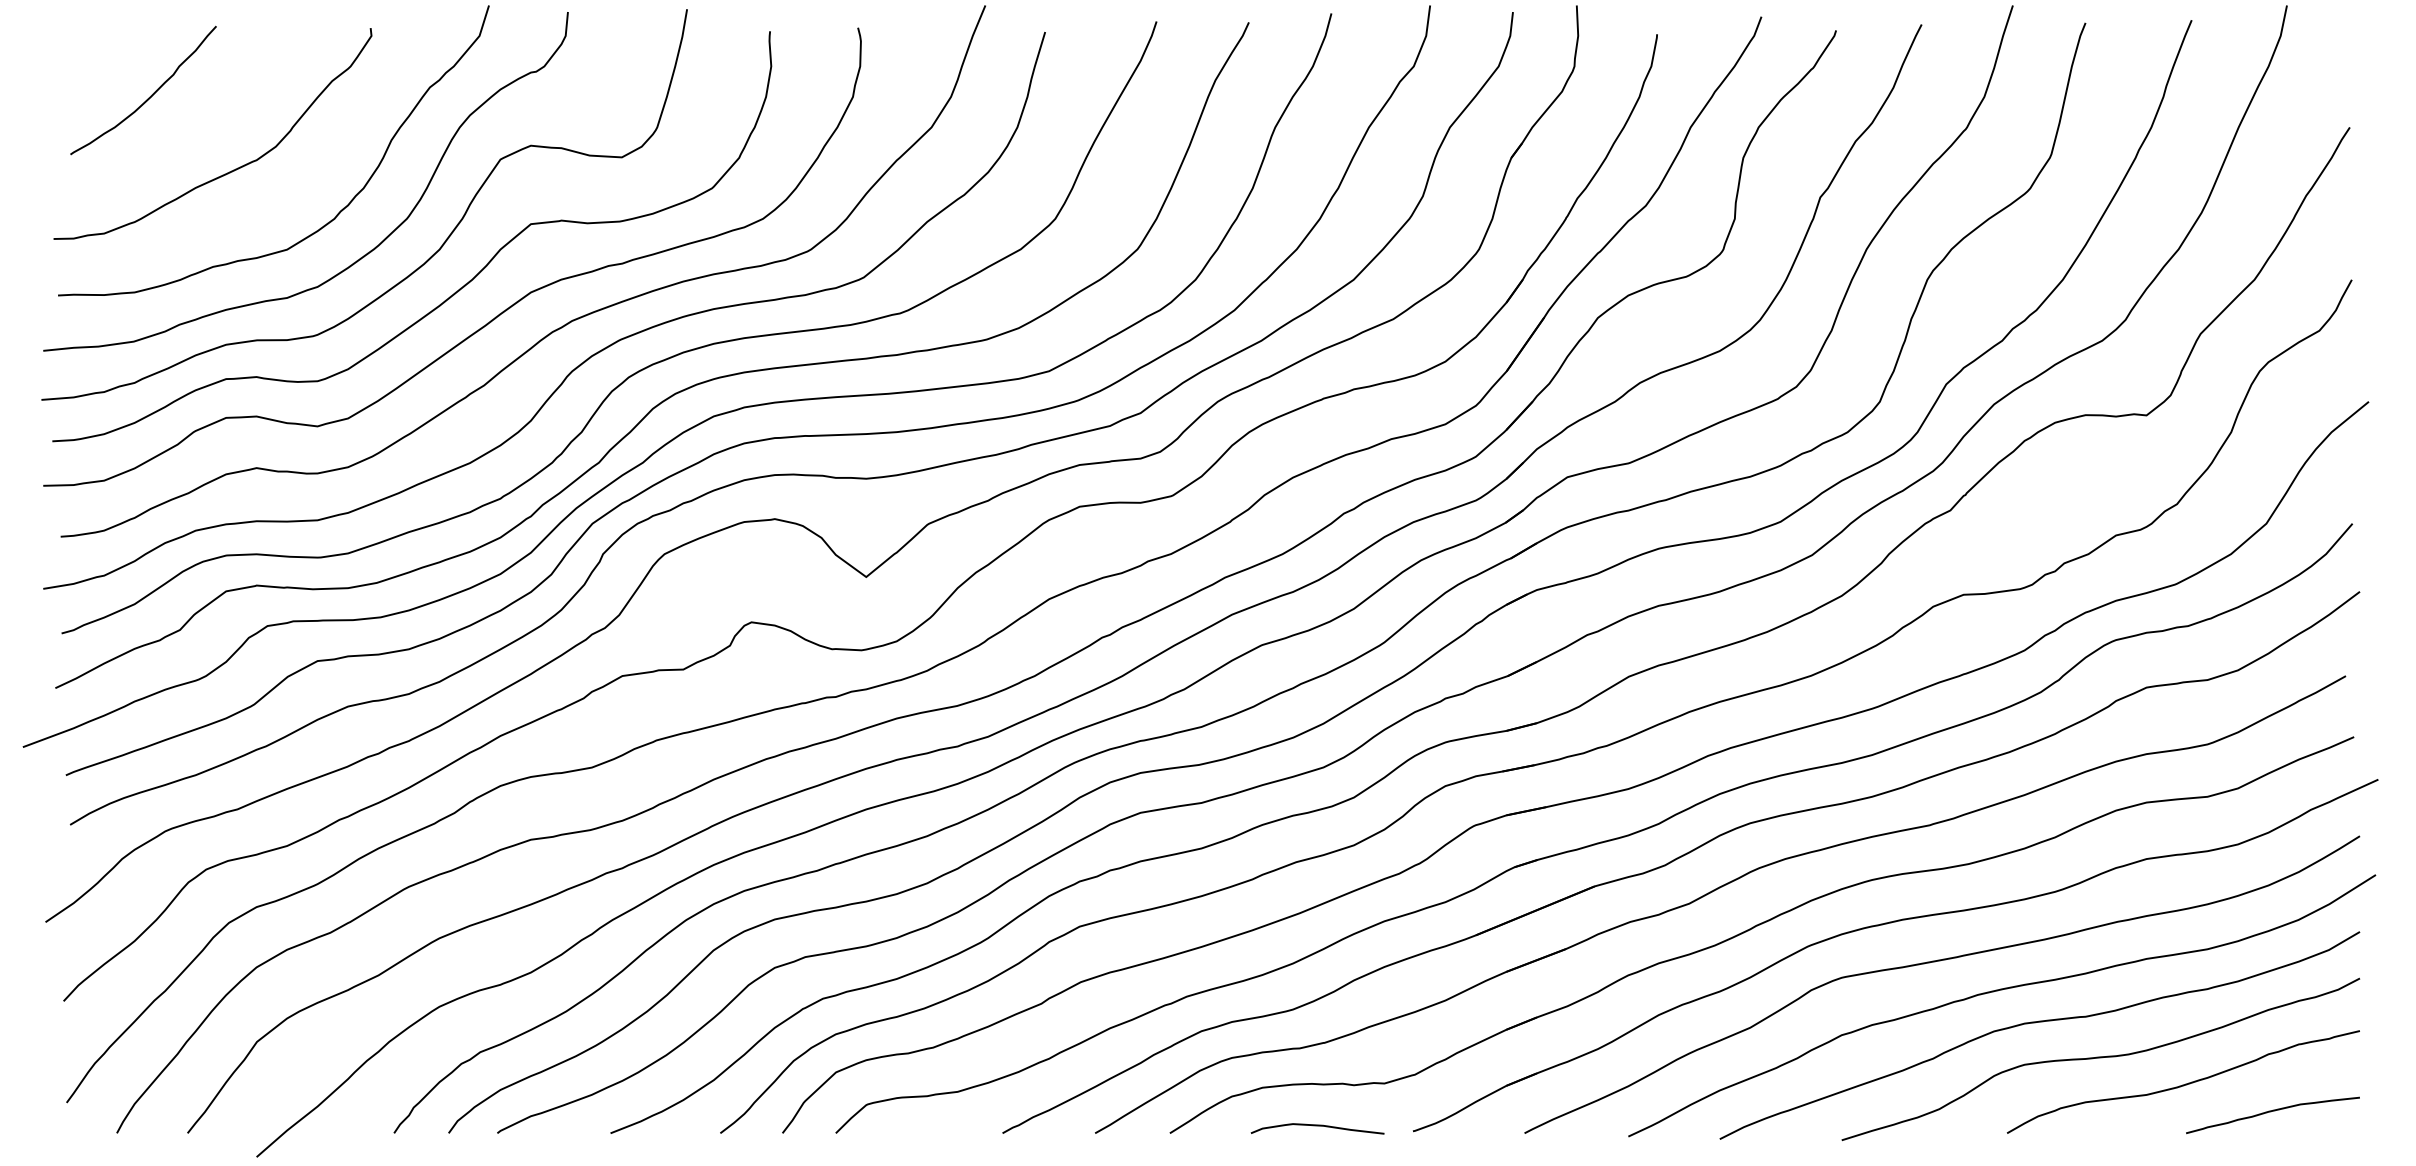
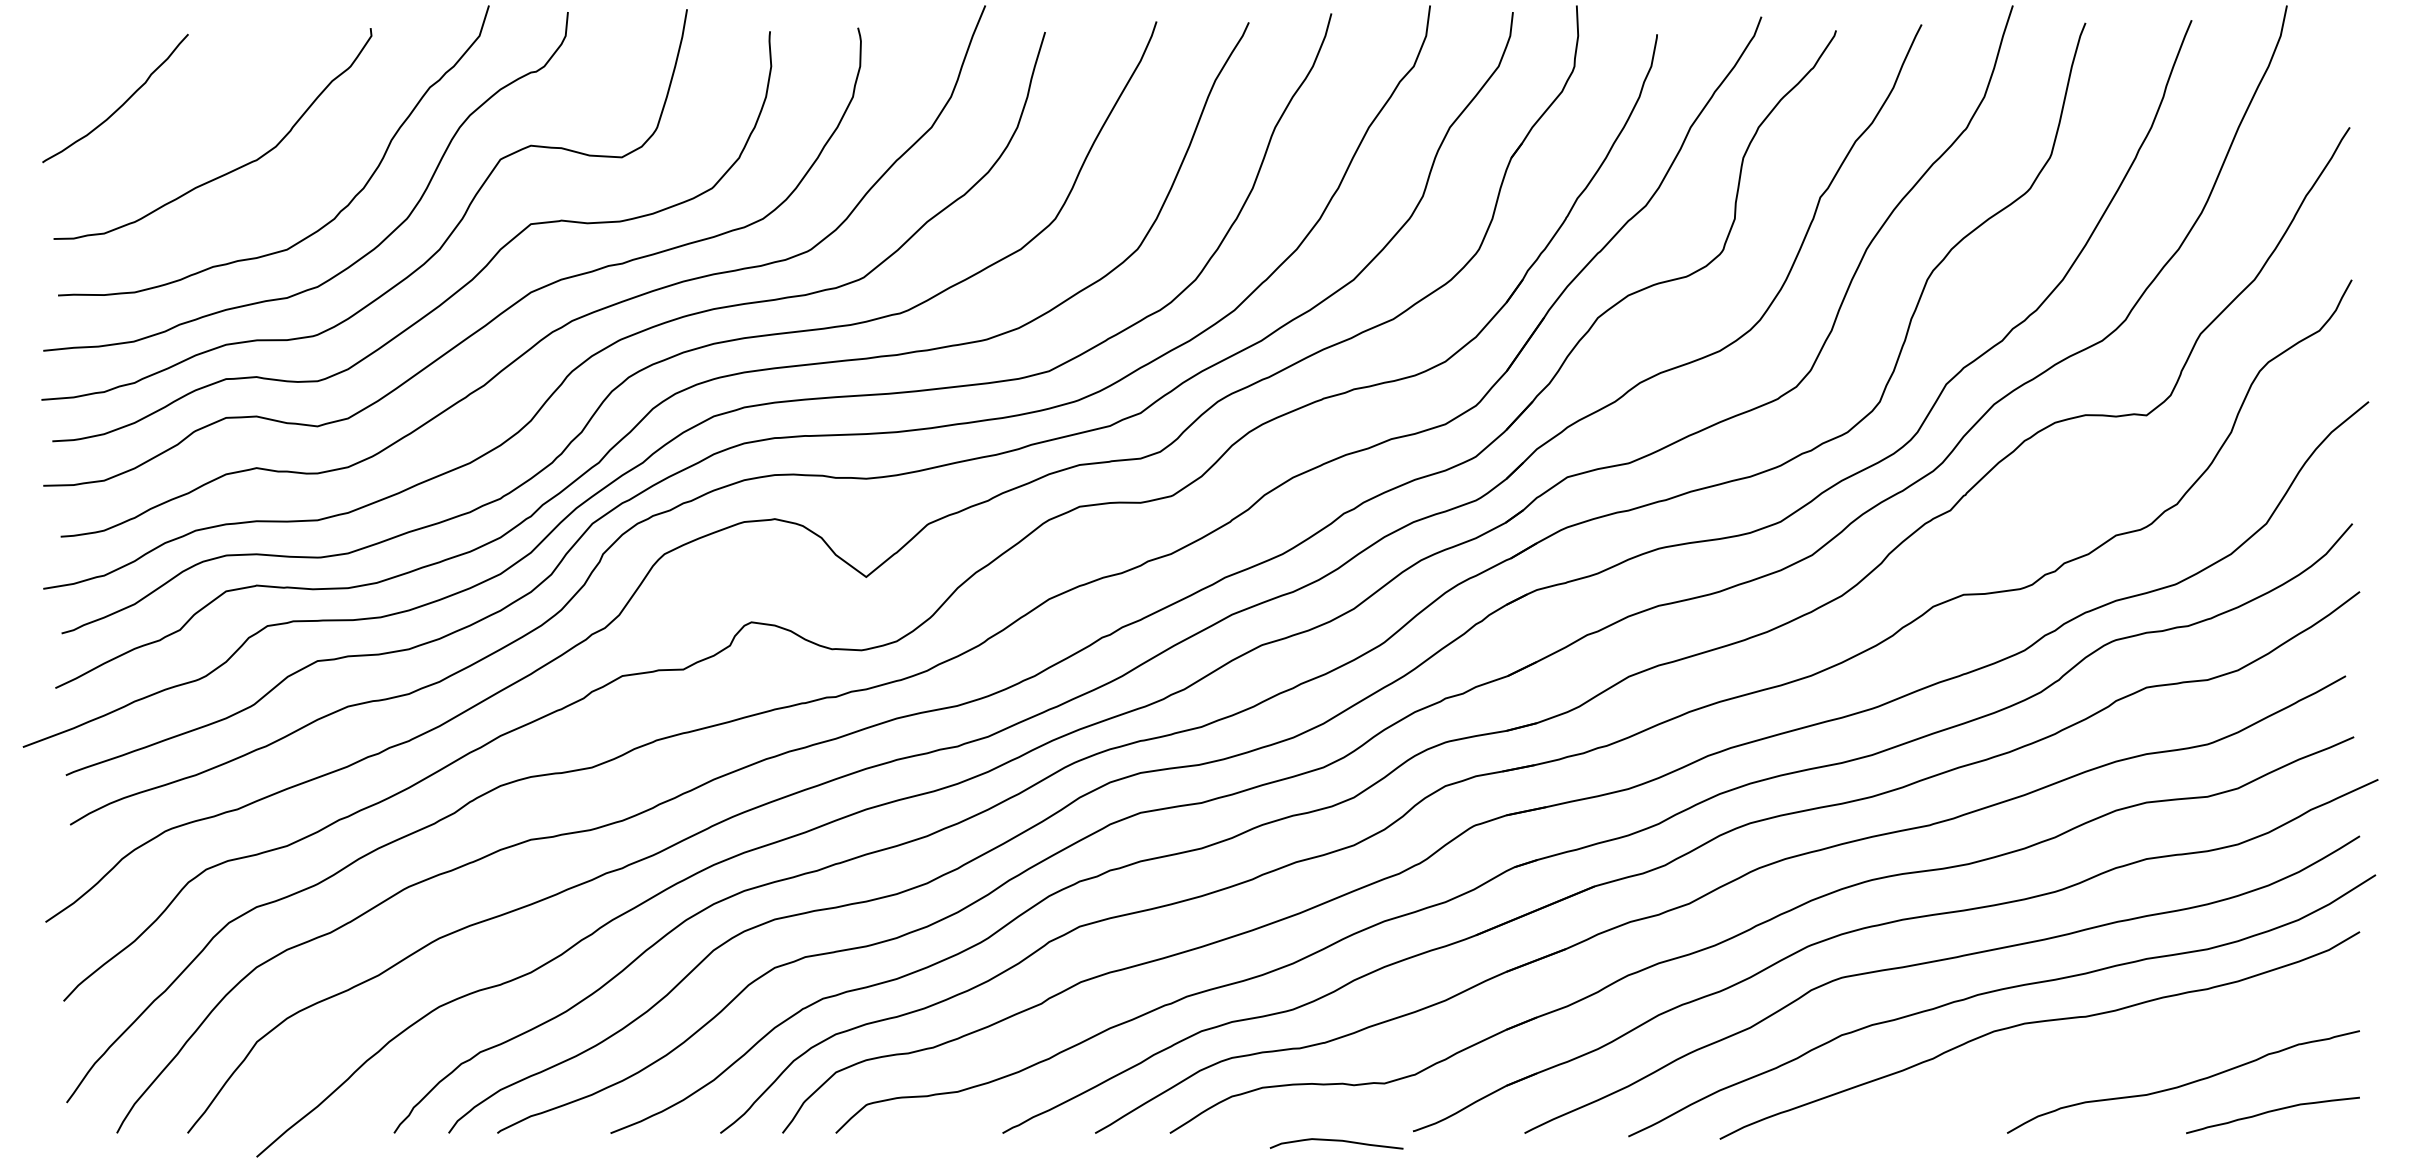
curve at (149, 96) position: (149, 96) -> (121, 104)
curve at (2100, 1058): present -> none
curve at (1317, 1126) position: (1317, 1126) -> (1336, 1141)
